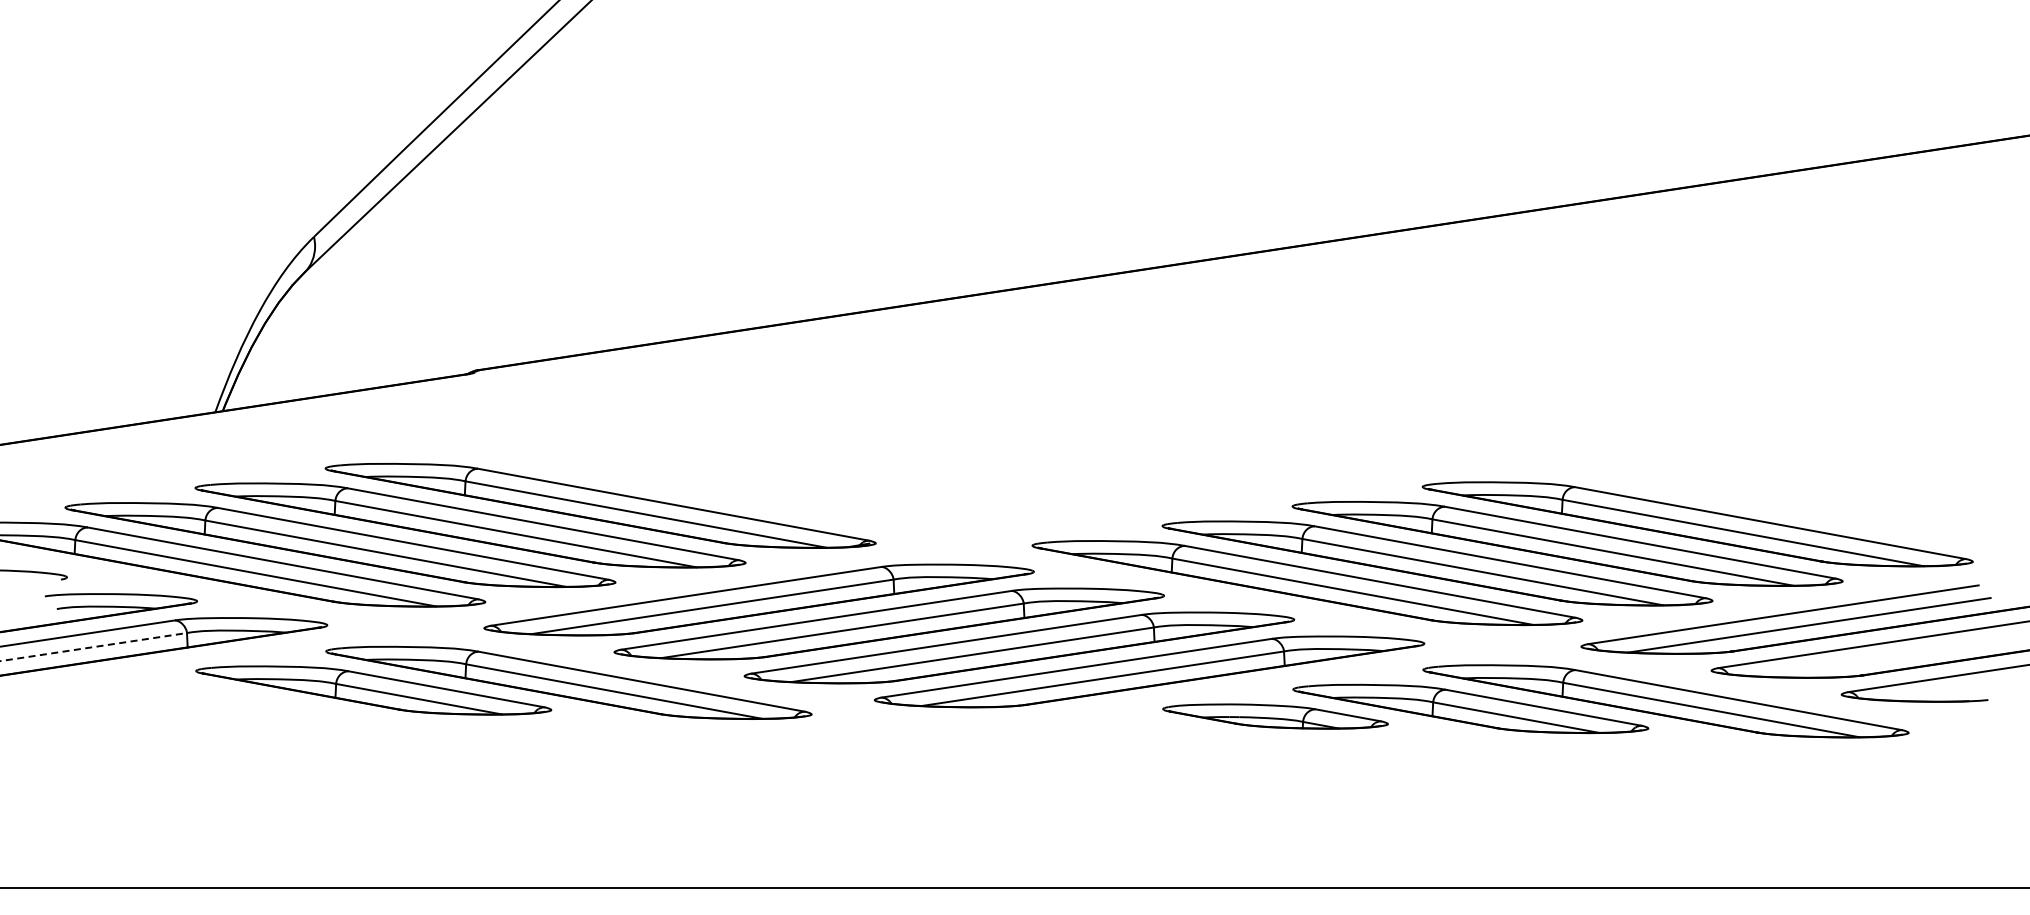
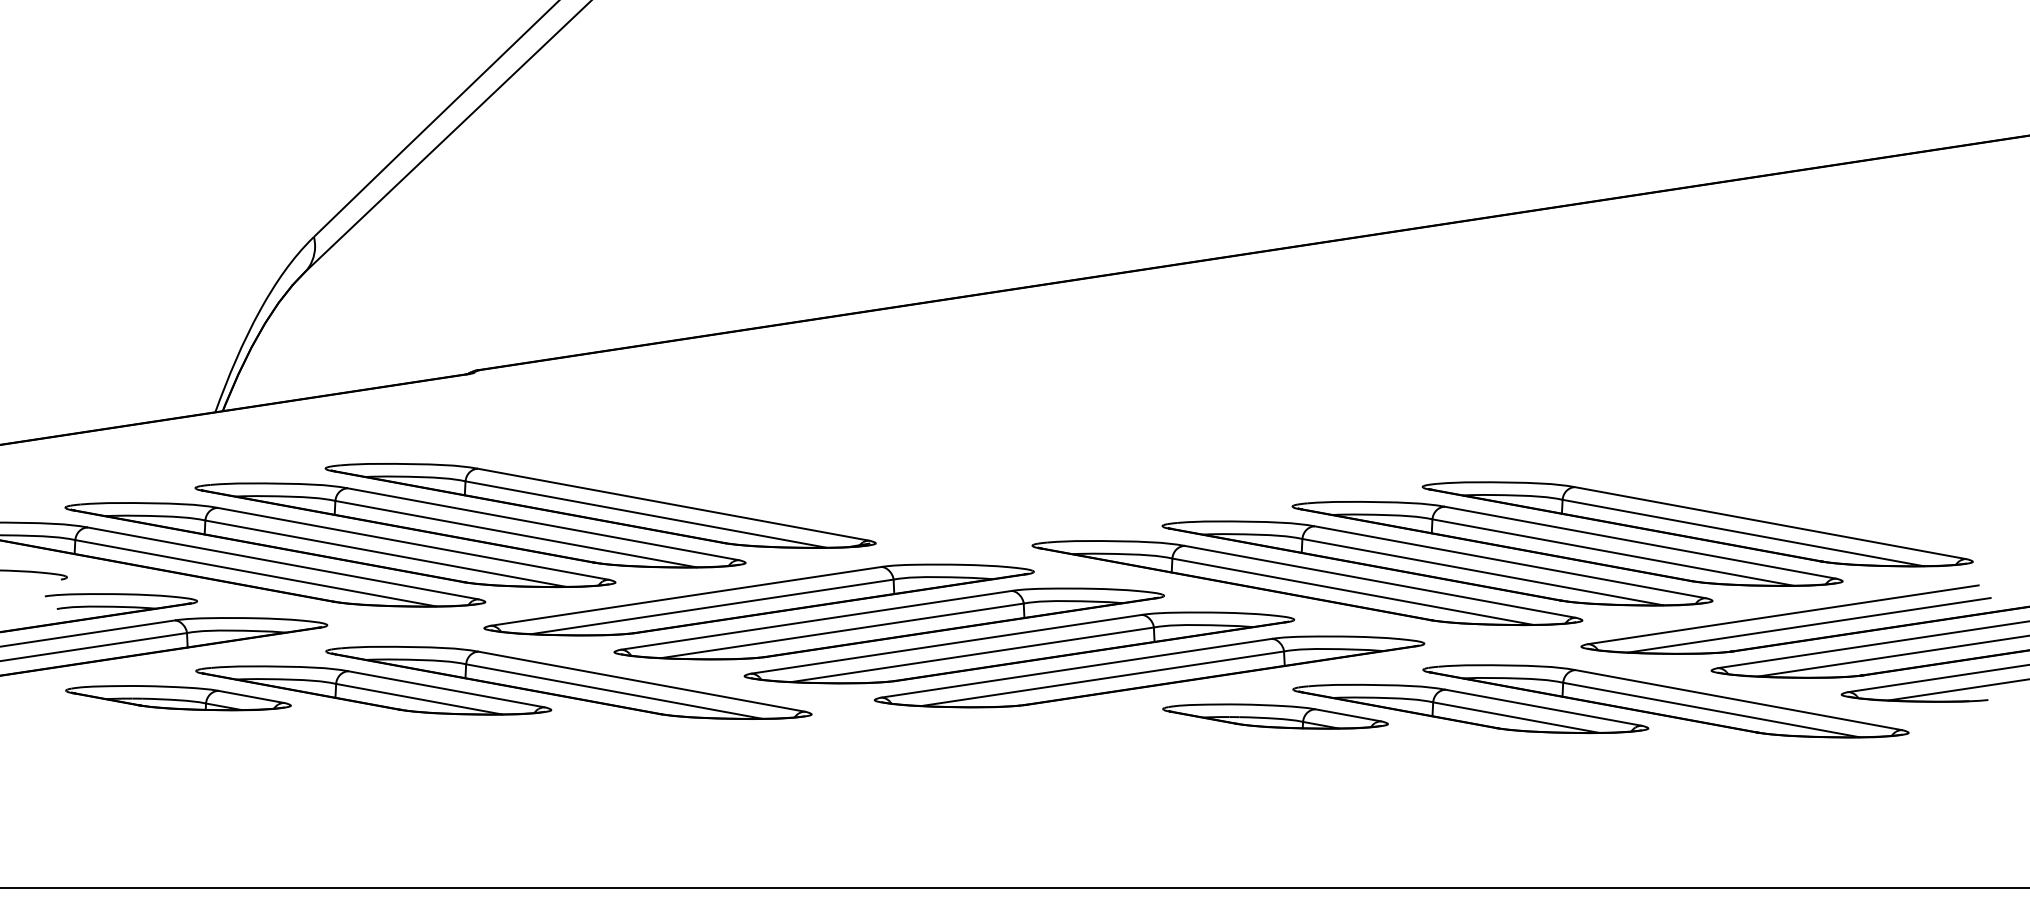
line at (94, 647): dashed -> solid
line at (1892, 656): none -> present
line at (1957, 689): none -> present
part at (178, 698): none -> present
